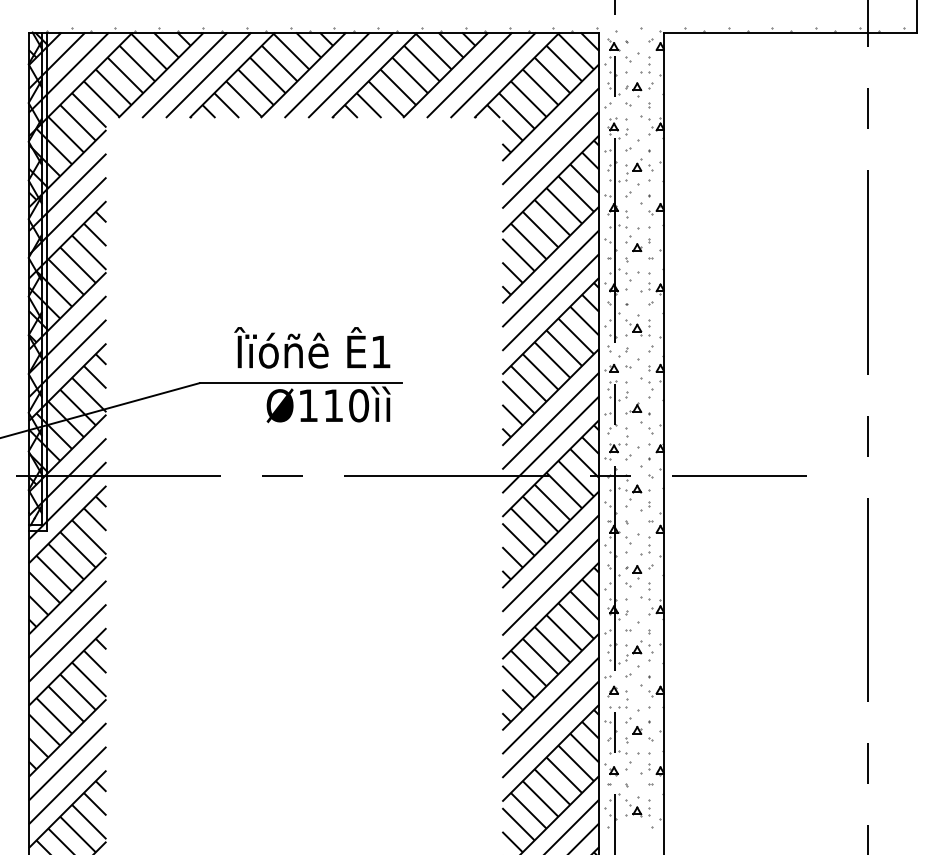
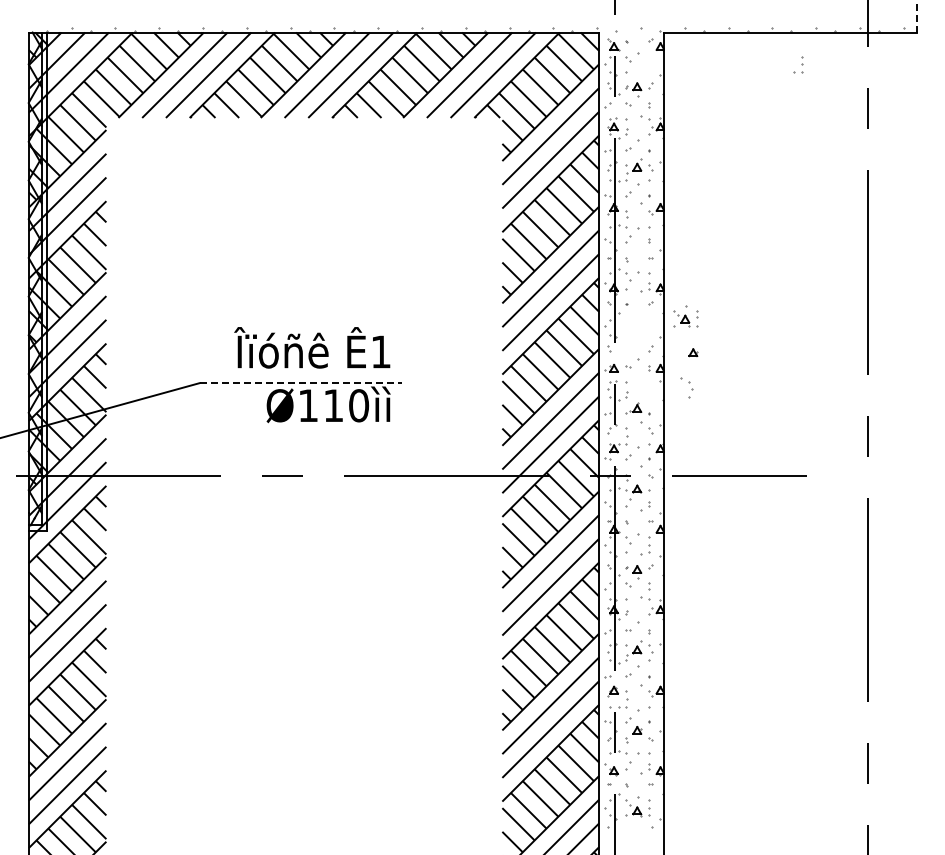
line at (916, 16): solid -> dashed
part at (645, 64) position: (645, 64) -> (798, 64)
part at (637, 247) position: (637, 247) -> (693, 352)
part at (637, 325) position: (637, 325) -> (685, 316)
part at (623, 352): present -> none
line at (301, 383): solid -> dashed
part at (646, 387) position: (646, 387) -> (686, 387)
